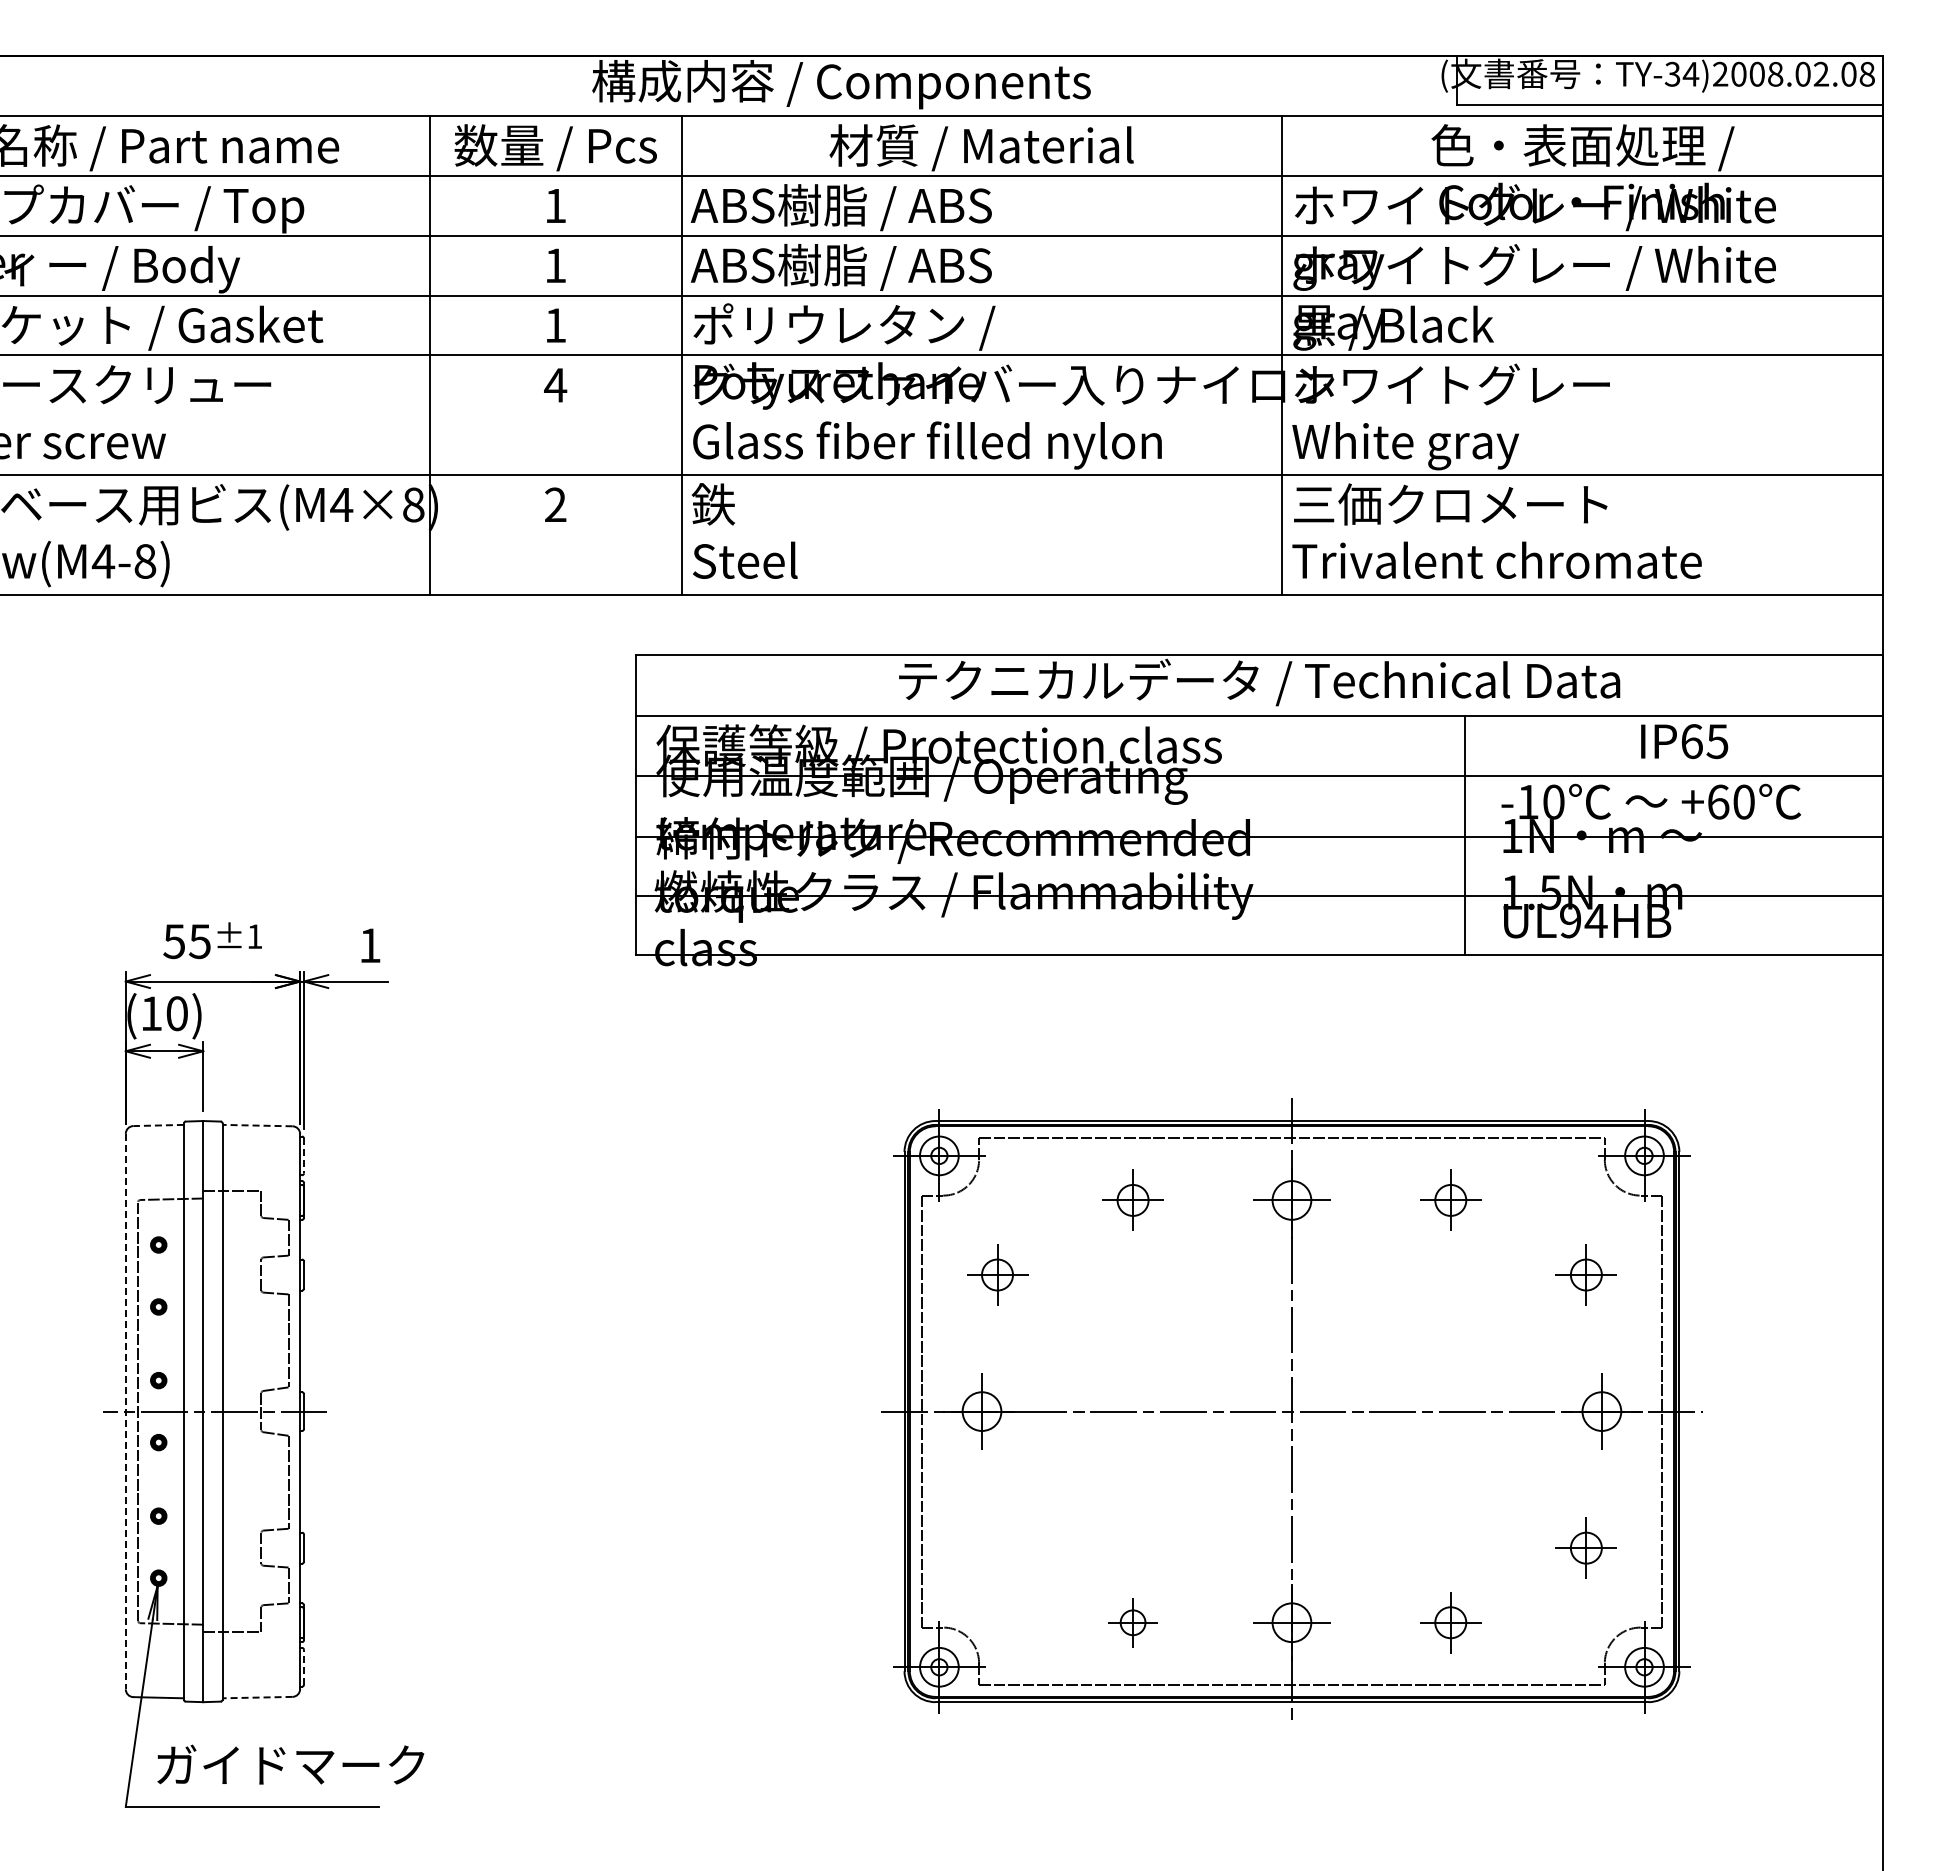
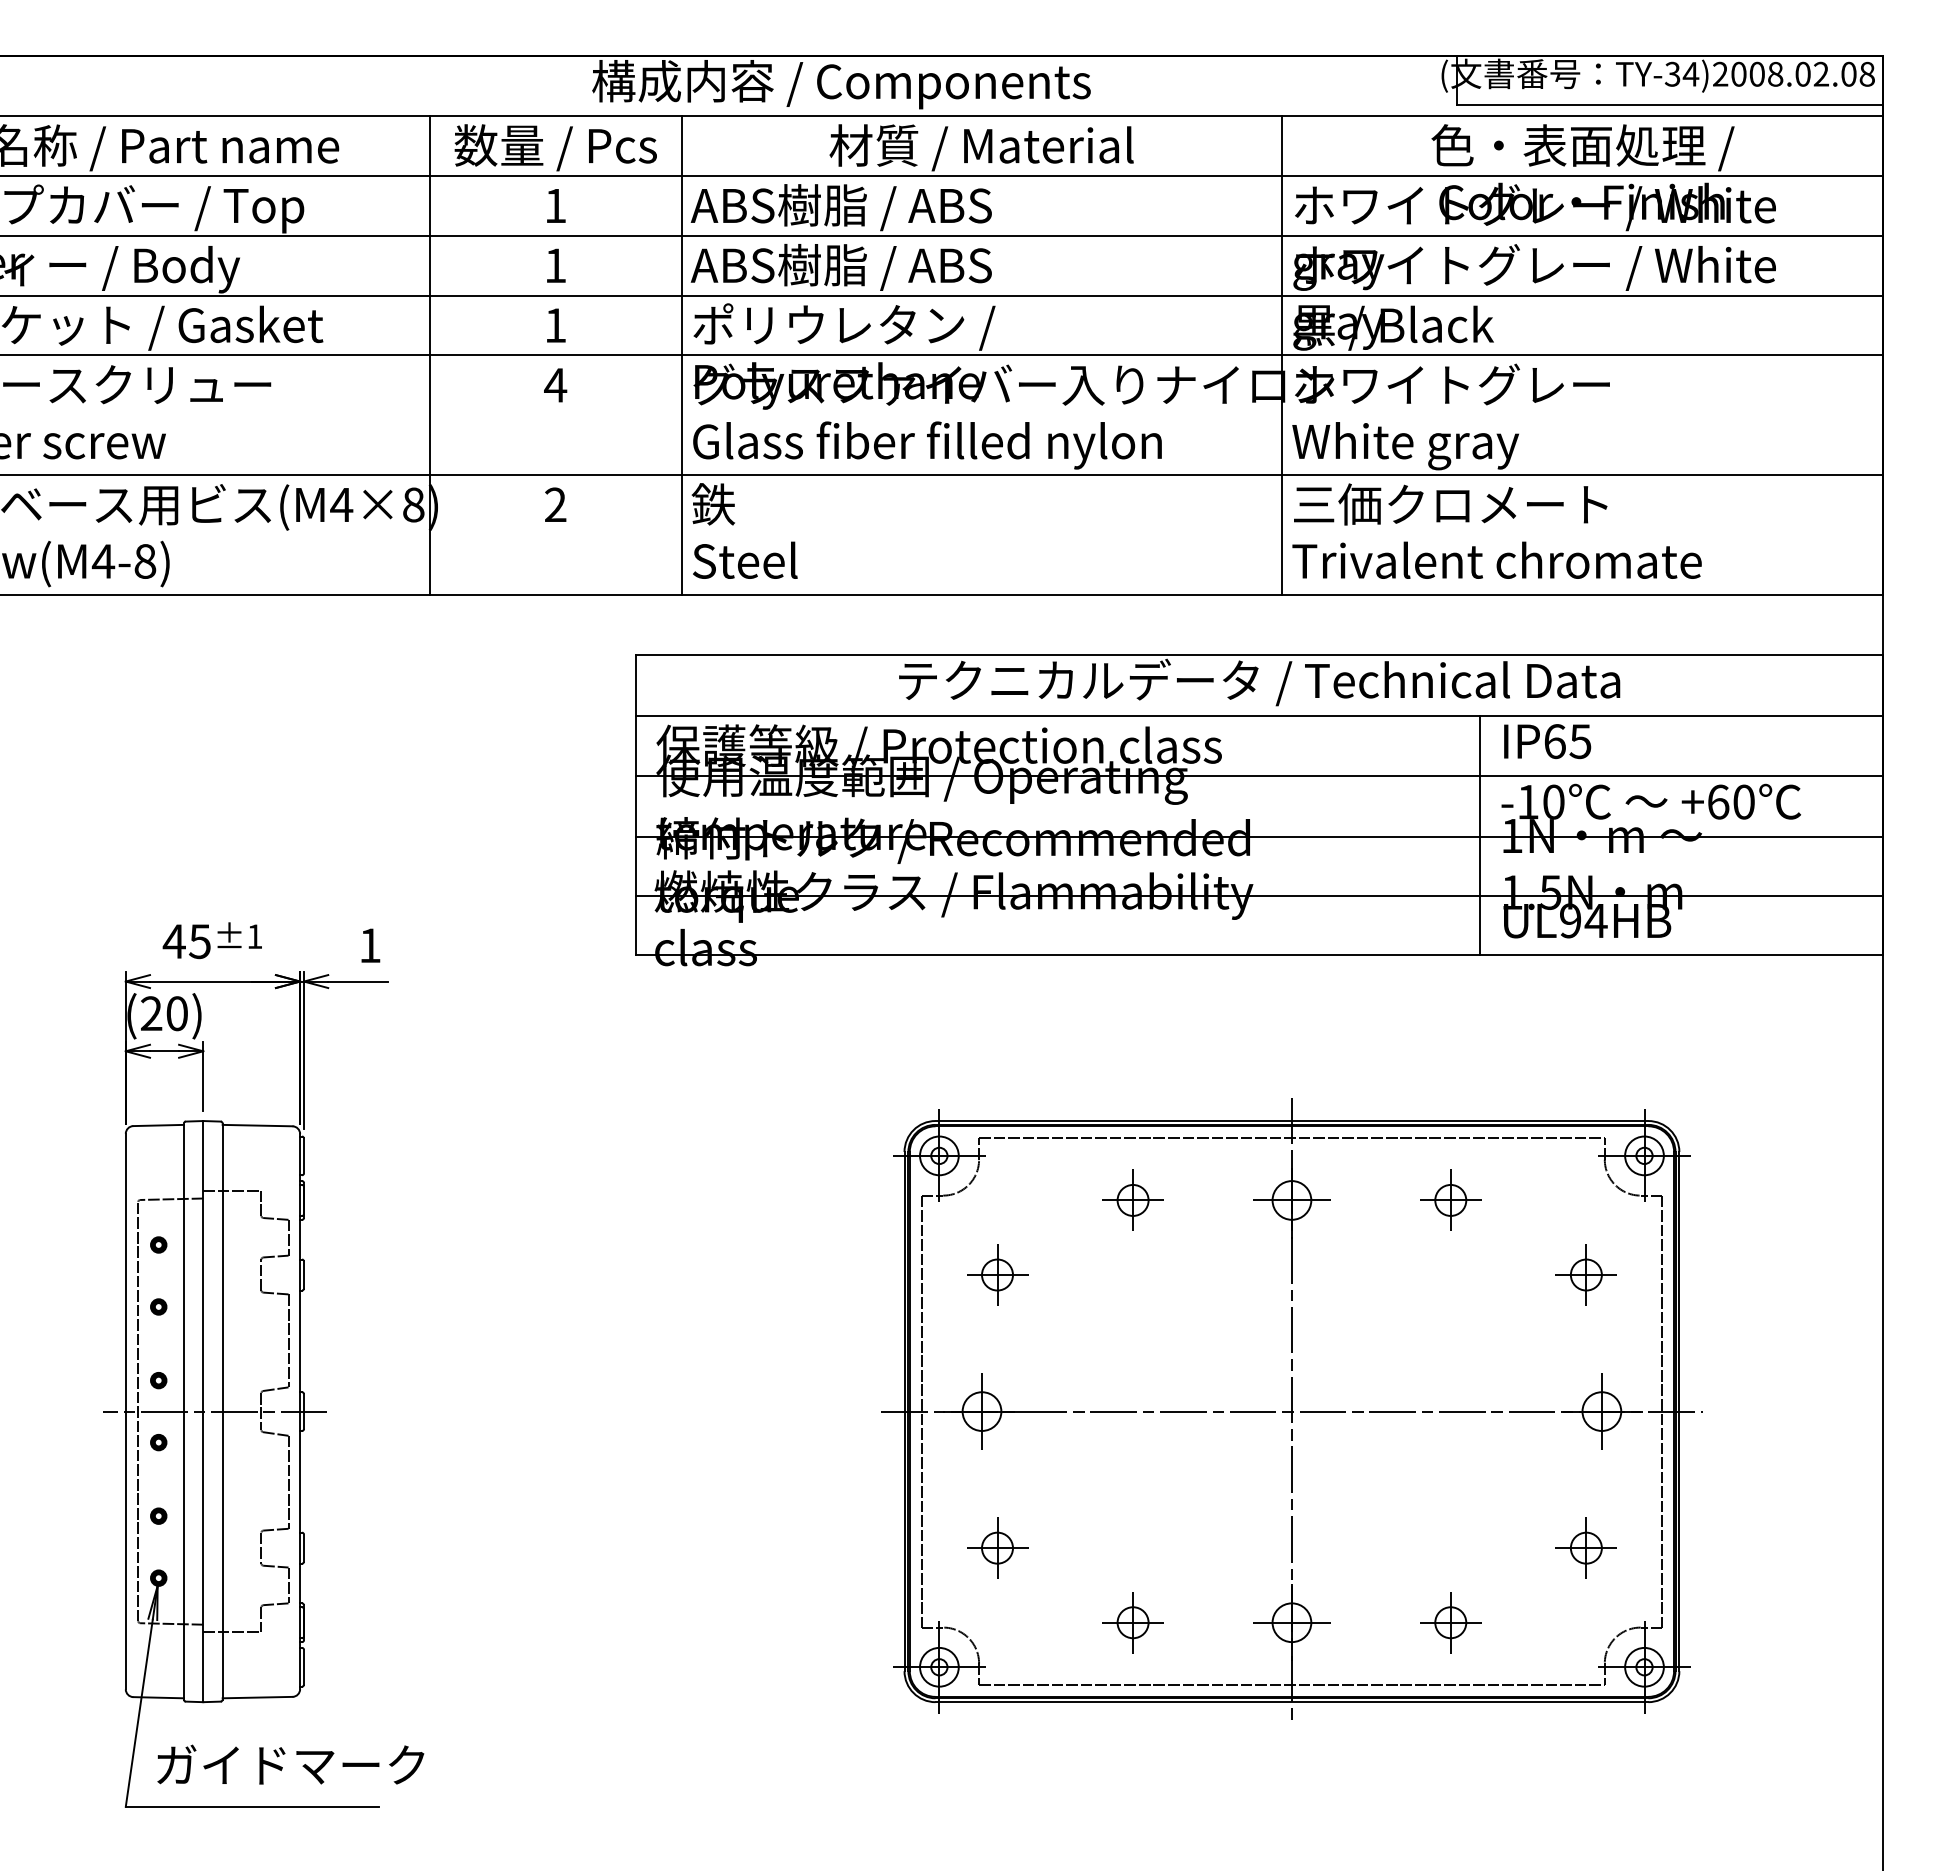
text at (1684, 741) position: (1684, 741) -> (1547, 741)
line at (1465, 834) position: (1465, 834) -> (1480, 834)
text at (173, 941): 55 -> 45
text at (151, 1013): (10) -> (20)
line at (158, 1125): dashed -> solid
line at (257, 1125): dashed -> solid
line at (304, 1156): dashed -> solid
line at (125, 1411): dashed -> solid
part at (997, 1547): none -> present
part at (1132, 1622) size: 50x50 px -> 62x62 px
line at (304, 1666): dashed -> solid
line at (257, 1697): dashed -> solid
